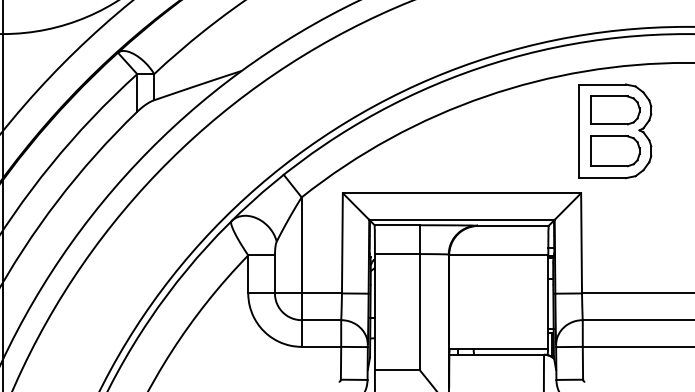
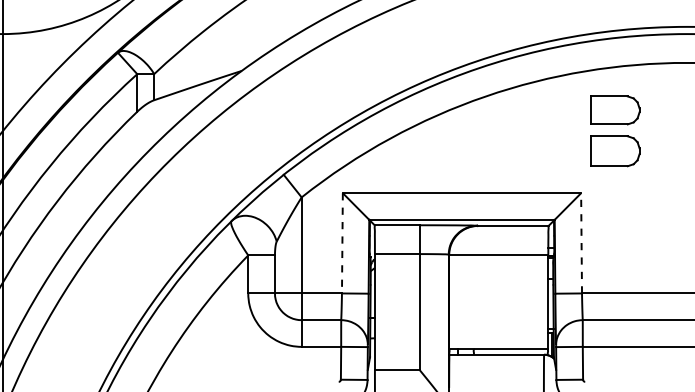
part at (615, 131): present -> none
line at (581, 242): solid -> dashed
line at (342, 243): solid -> dashed
